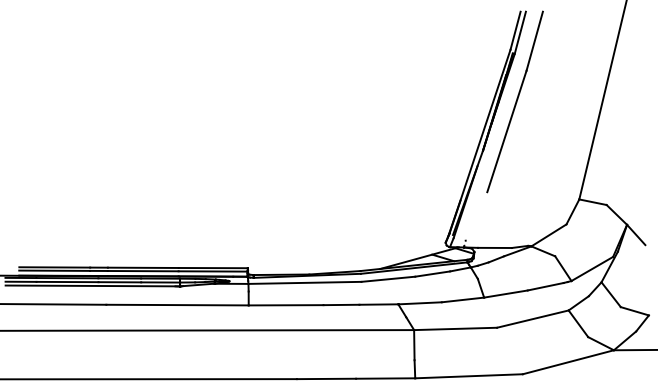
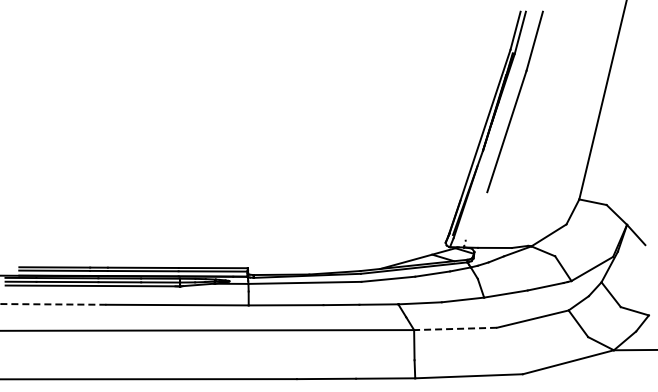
line at (53, 304): solid -> dashed
line at (455, 328): solid -> dashed
